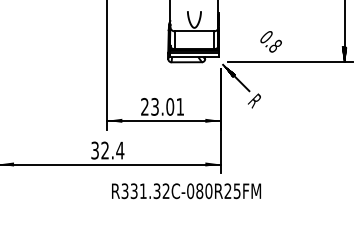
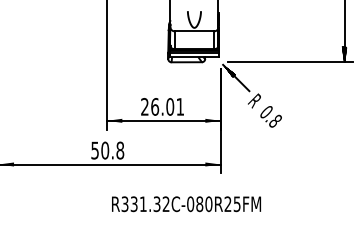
text at (270, 41) position: (270, 41) -> (270, 116)
text at (155, 106): 23.01 -> 26.01
text at (107, 150): 32.4 -> 50.8
text at (186, 191) position: (186, 191) -> (186, 204)
